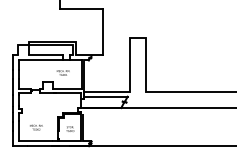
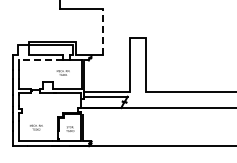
line at (102, 32): solid -> dashed
line at (40, 60): solid -> dashed
